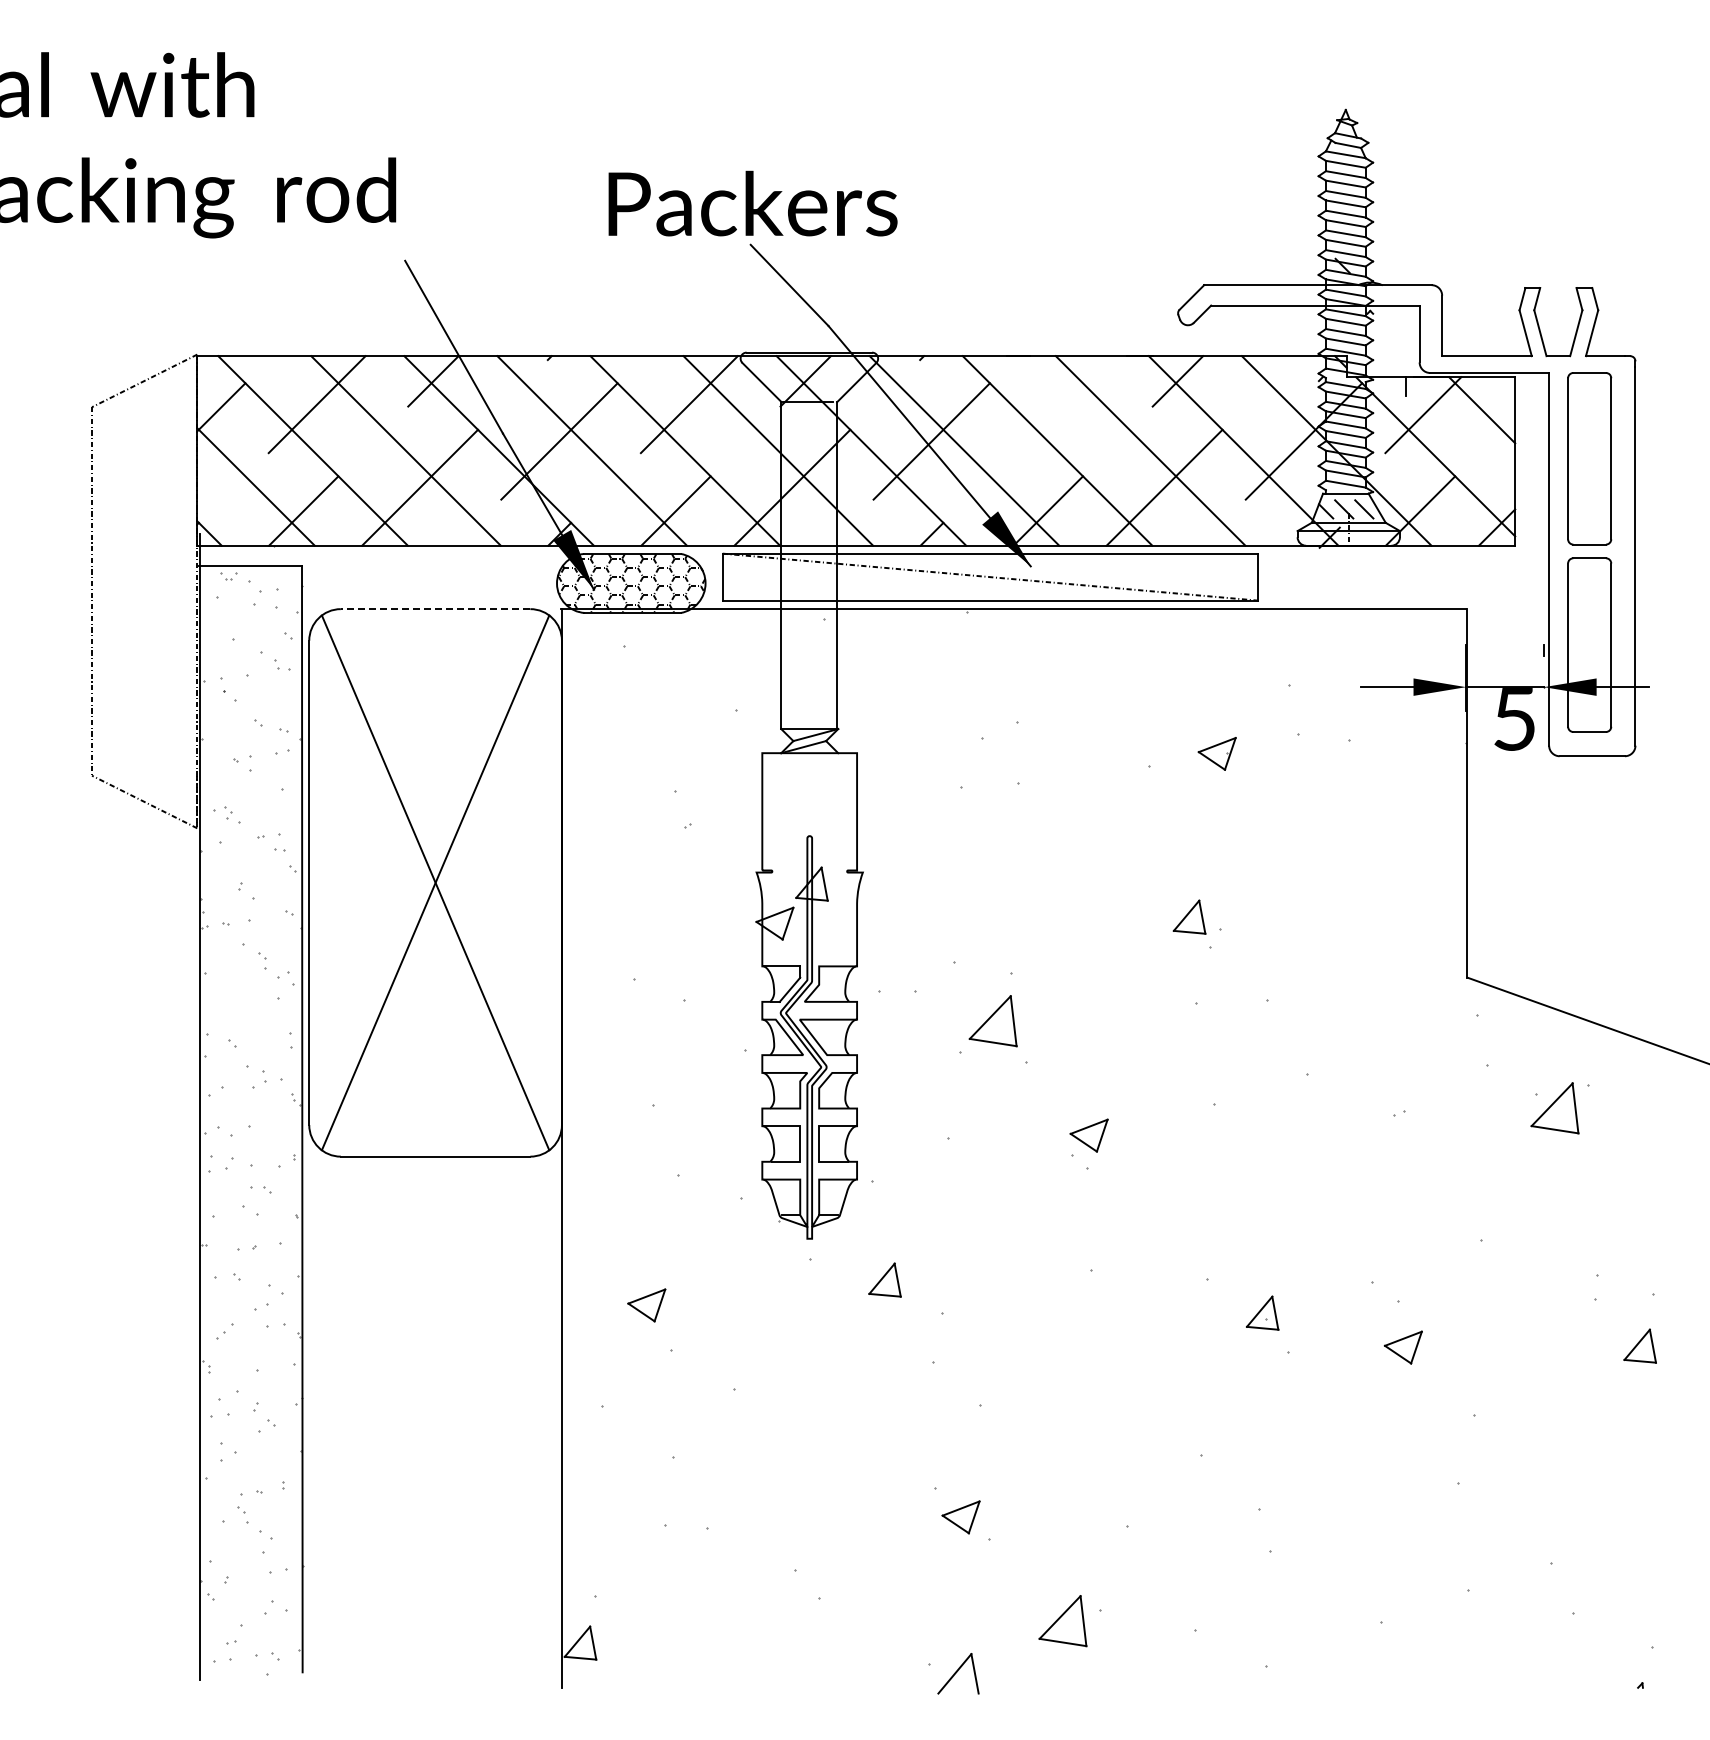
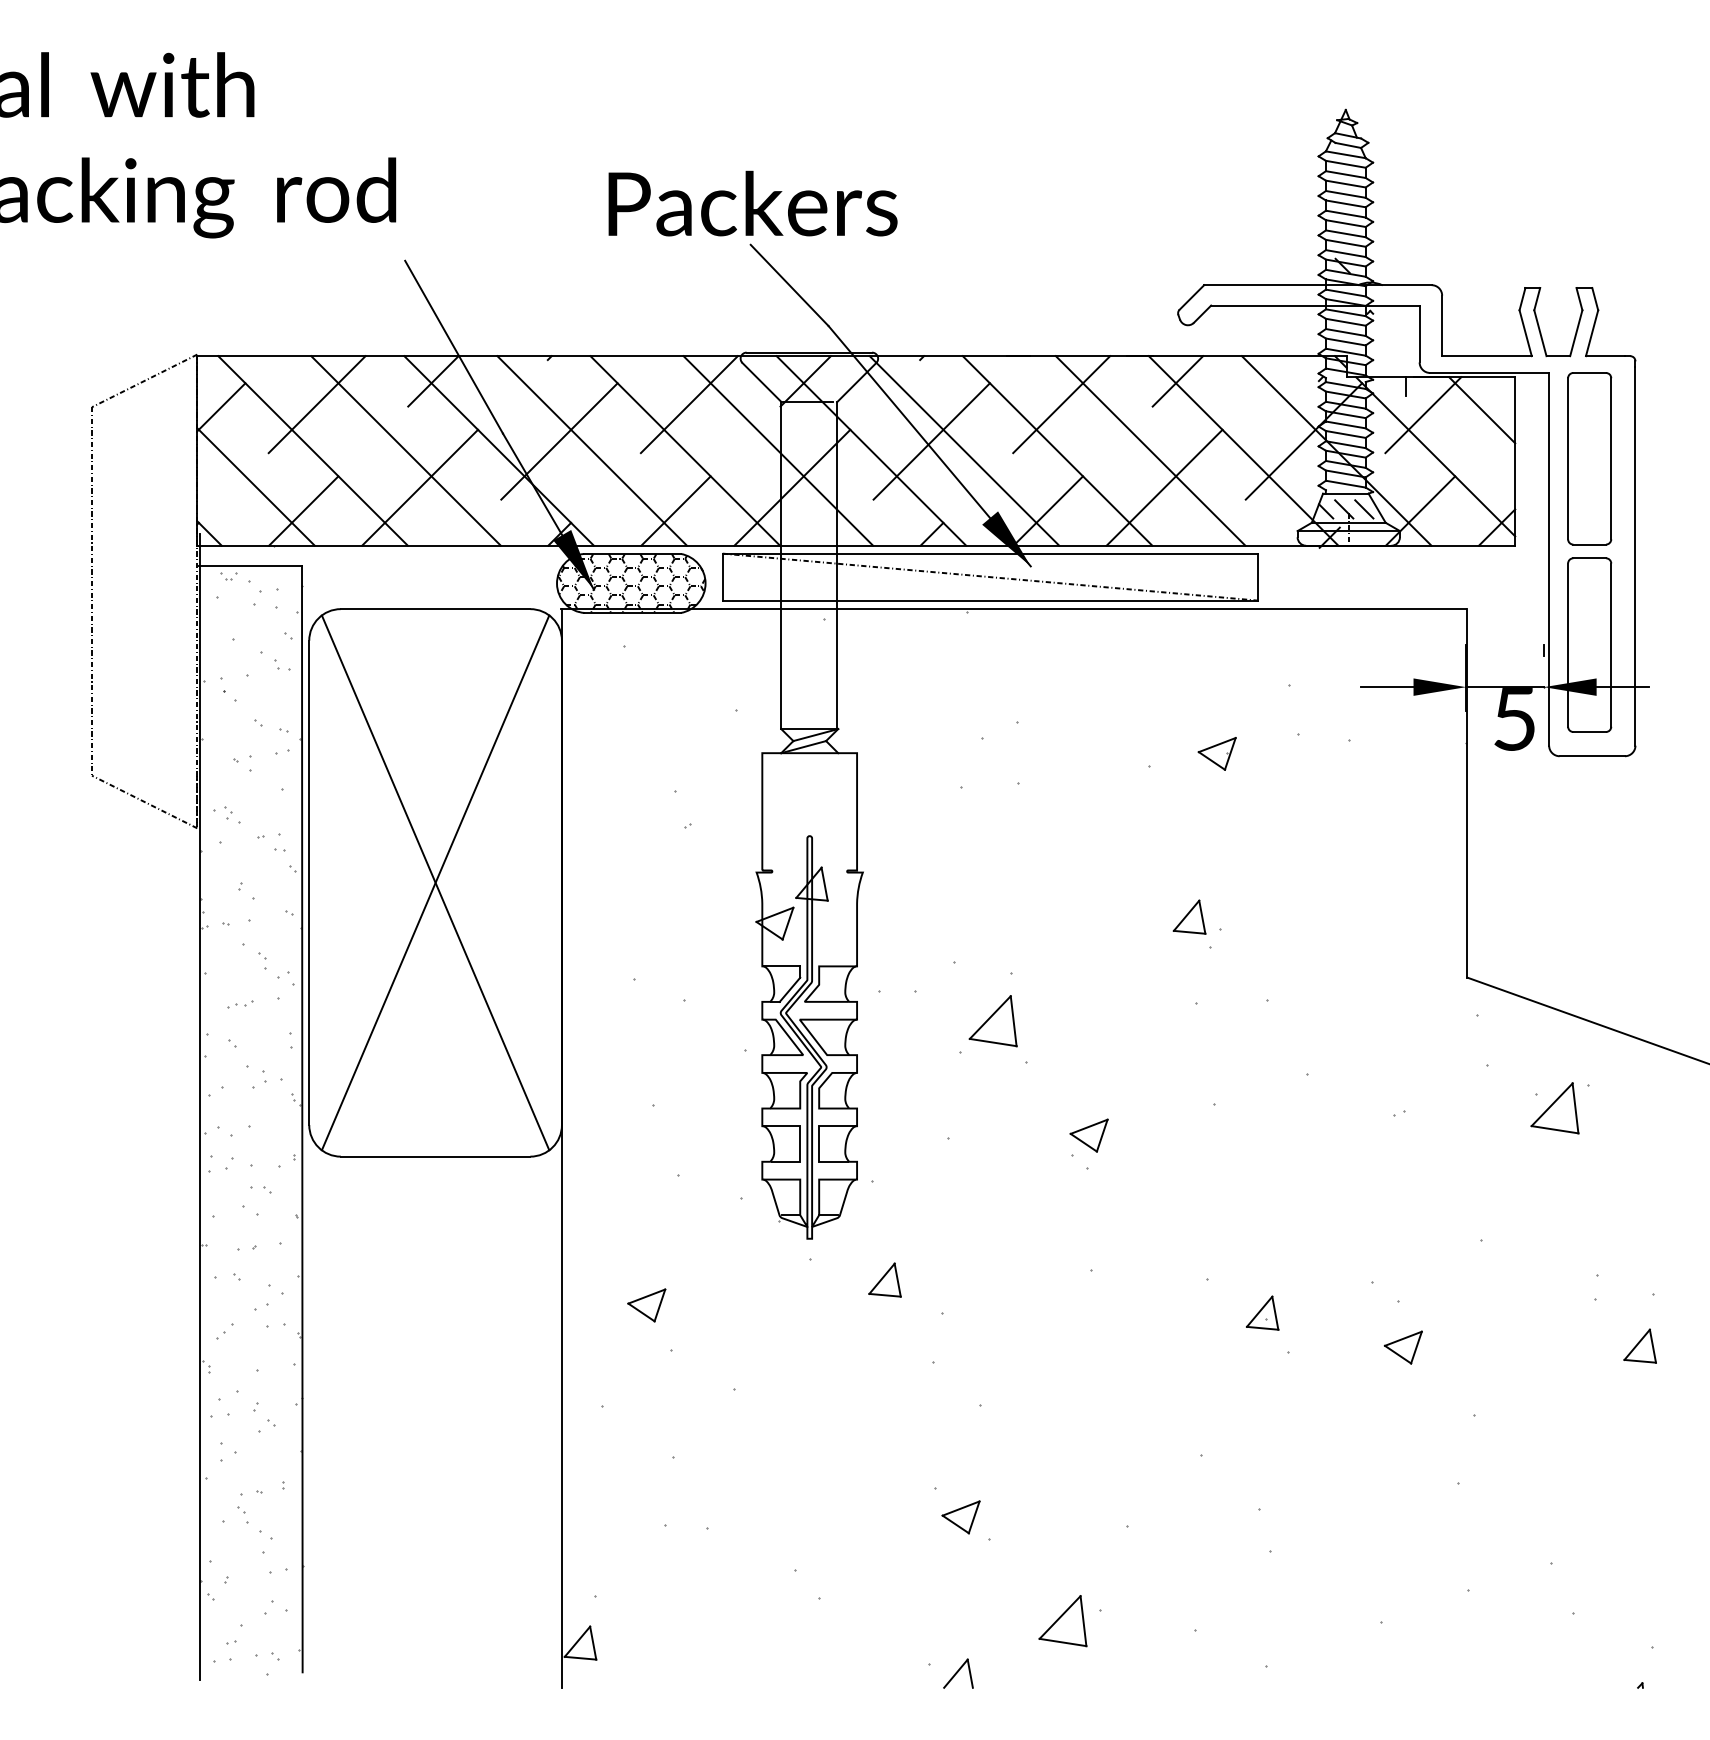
line at (1061, 404): none -> present
line at (435, 609): dashed -> solid
part at (240, 1004): none -> present
part at (958, 1673) size: 43x42 px -> 31x31 px
